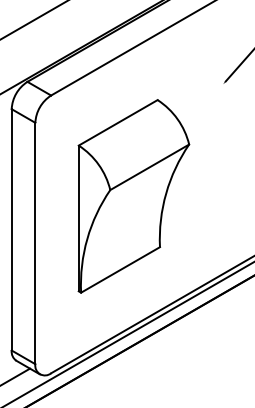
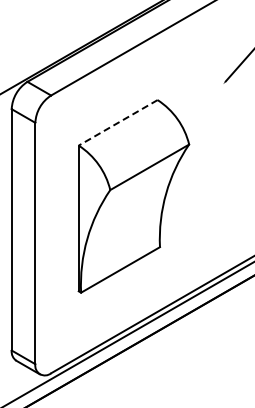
line at (33, 20): present -> none
line at (118, 122): solid -> dashed
line at (16, 376): present -> none
